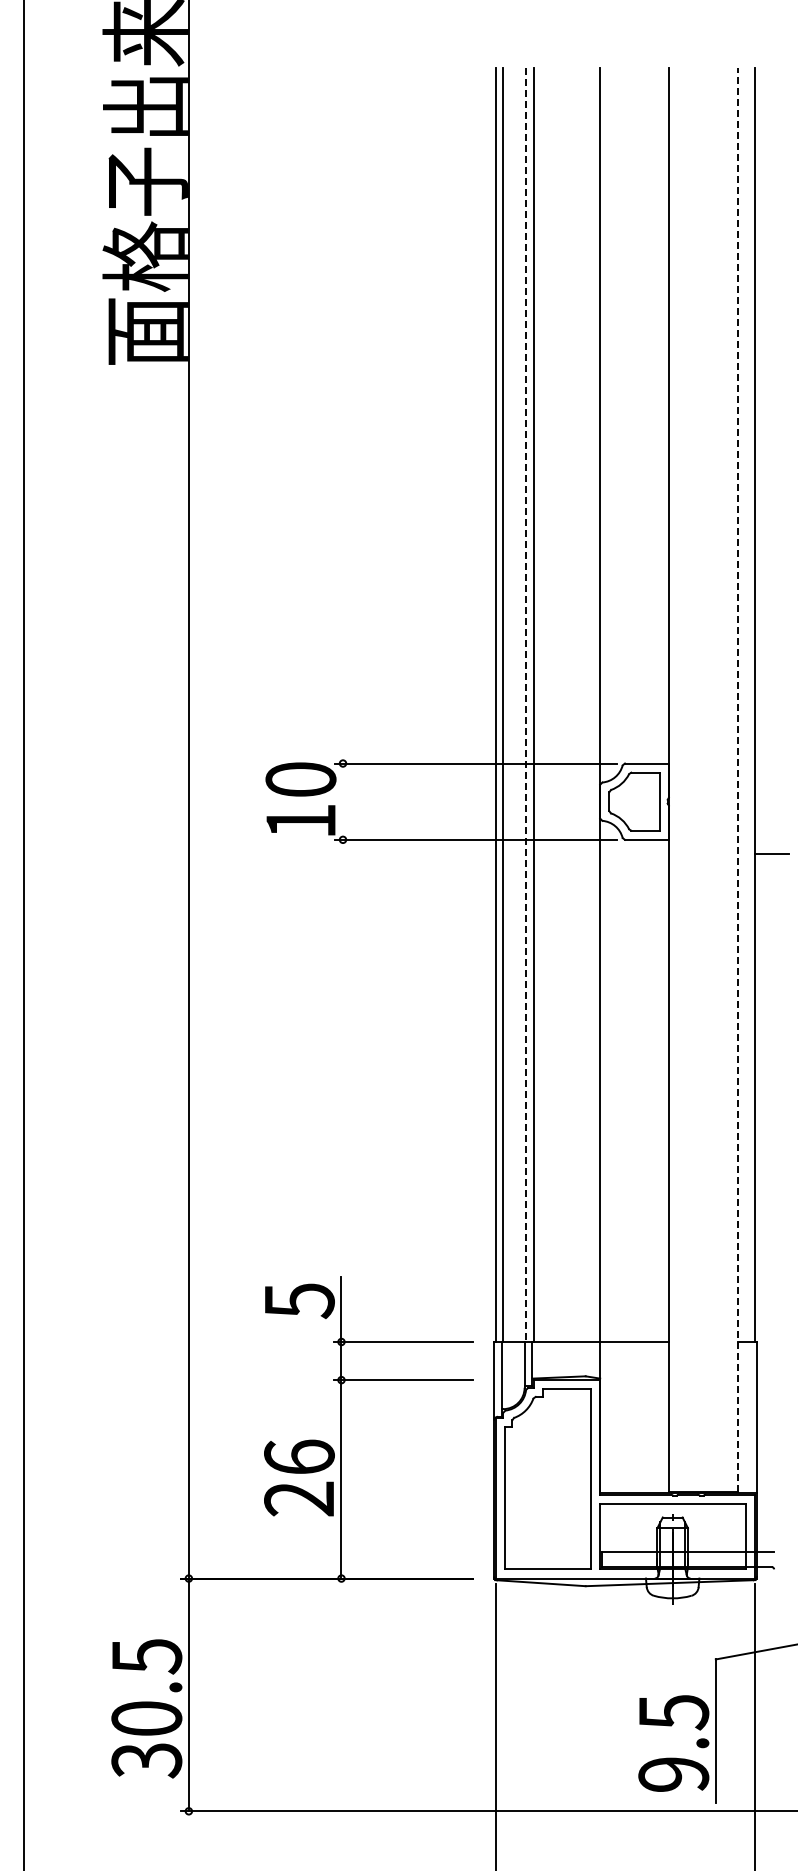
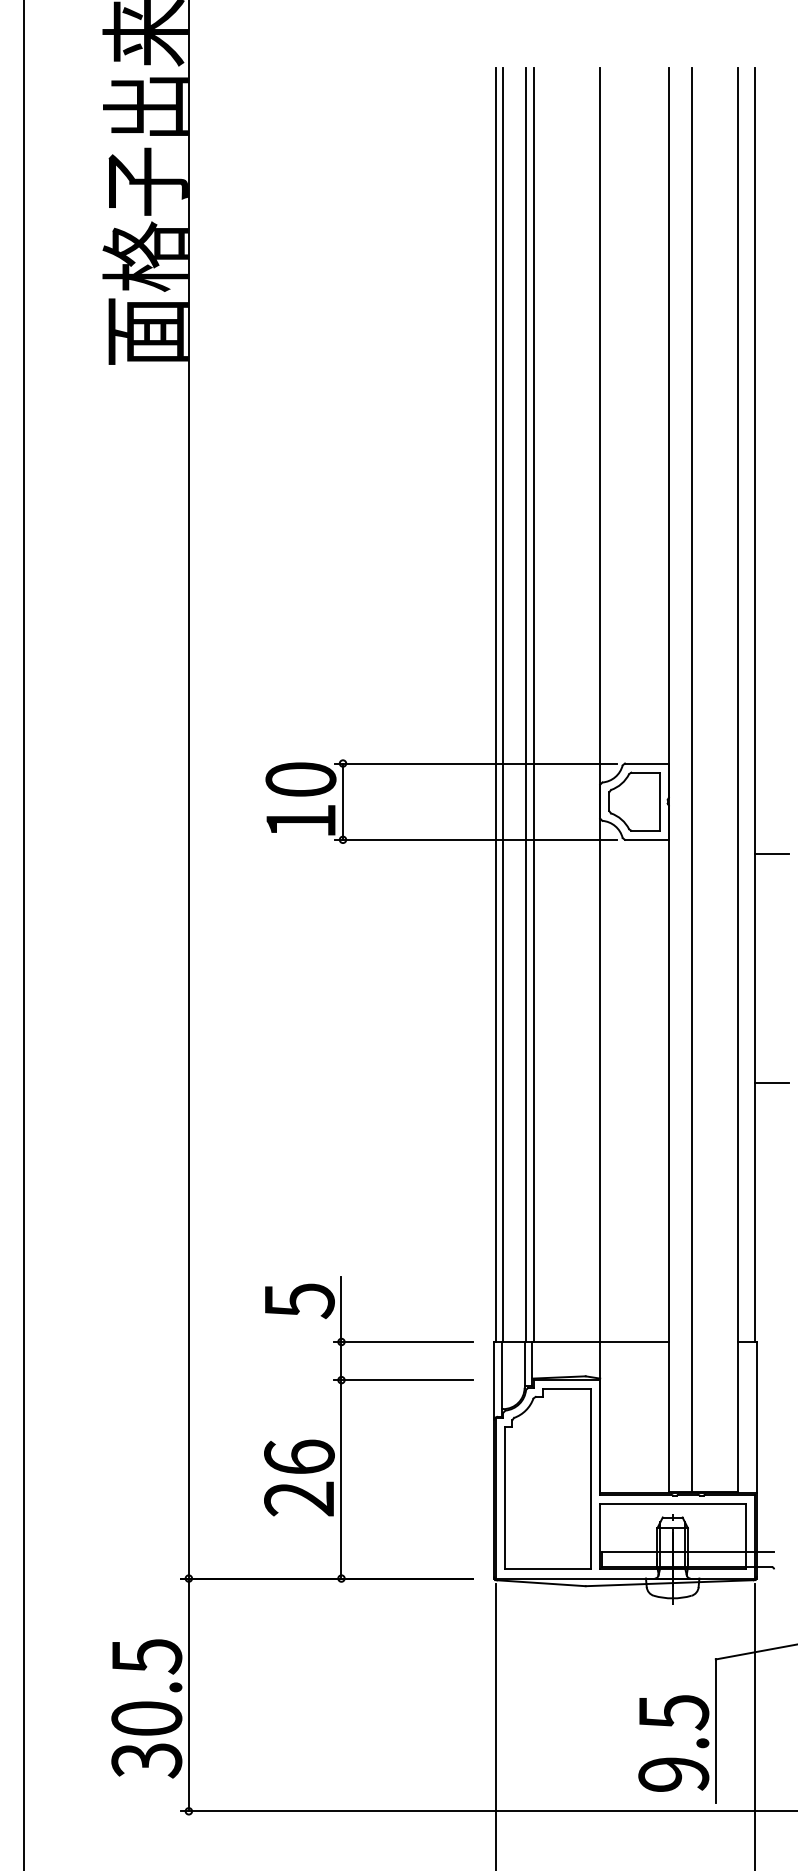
line at (526, 705): dashed -> solid
line at (691, 779): none -> present
line at (737, 779): dashed -> solid
line at (343, 801): none -> present
line at (772, 1082): none -> present
